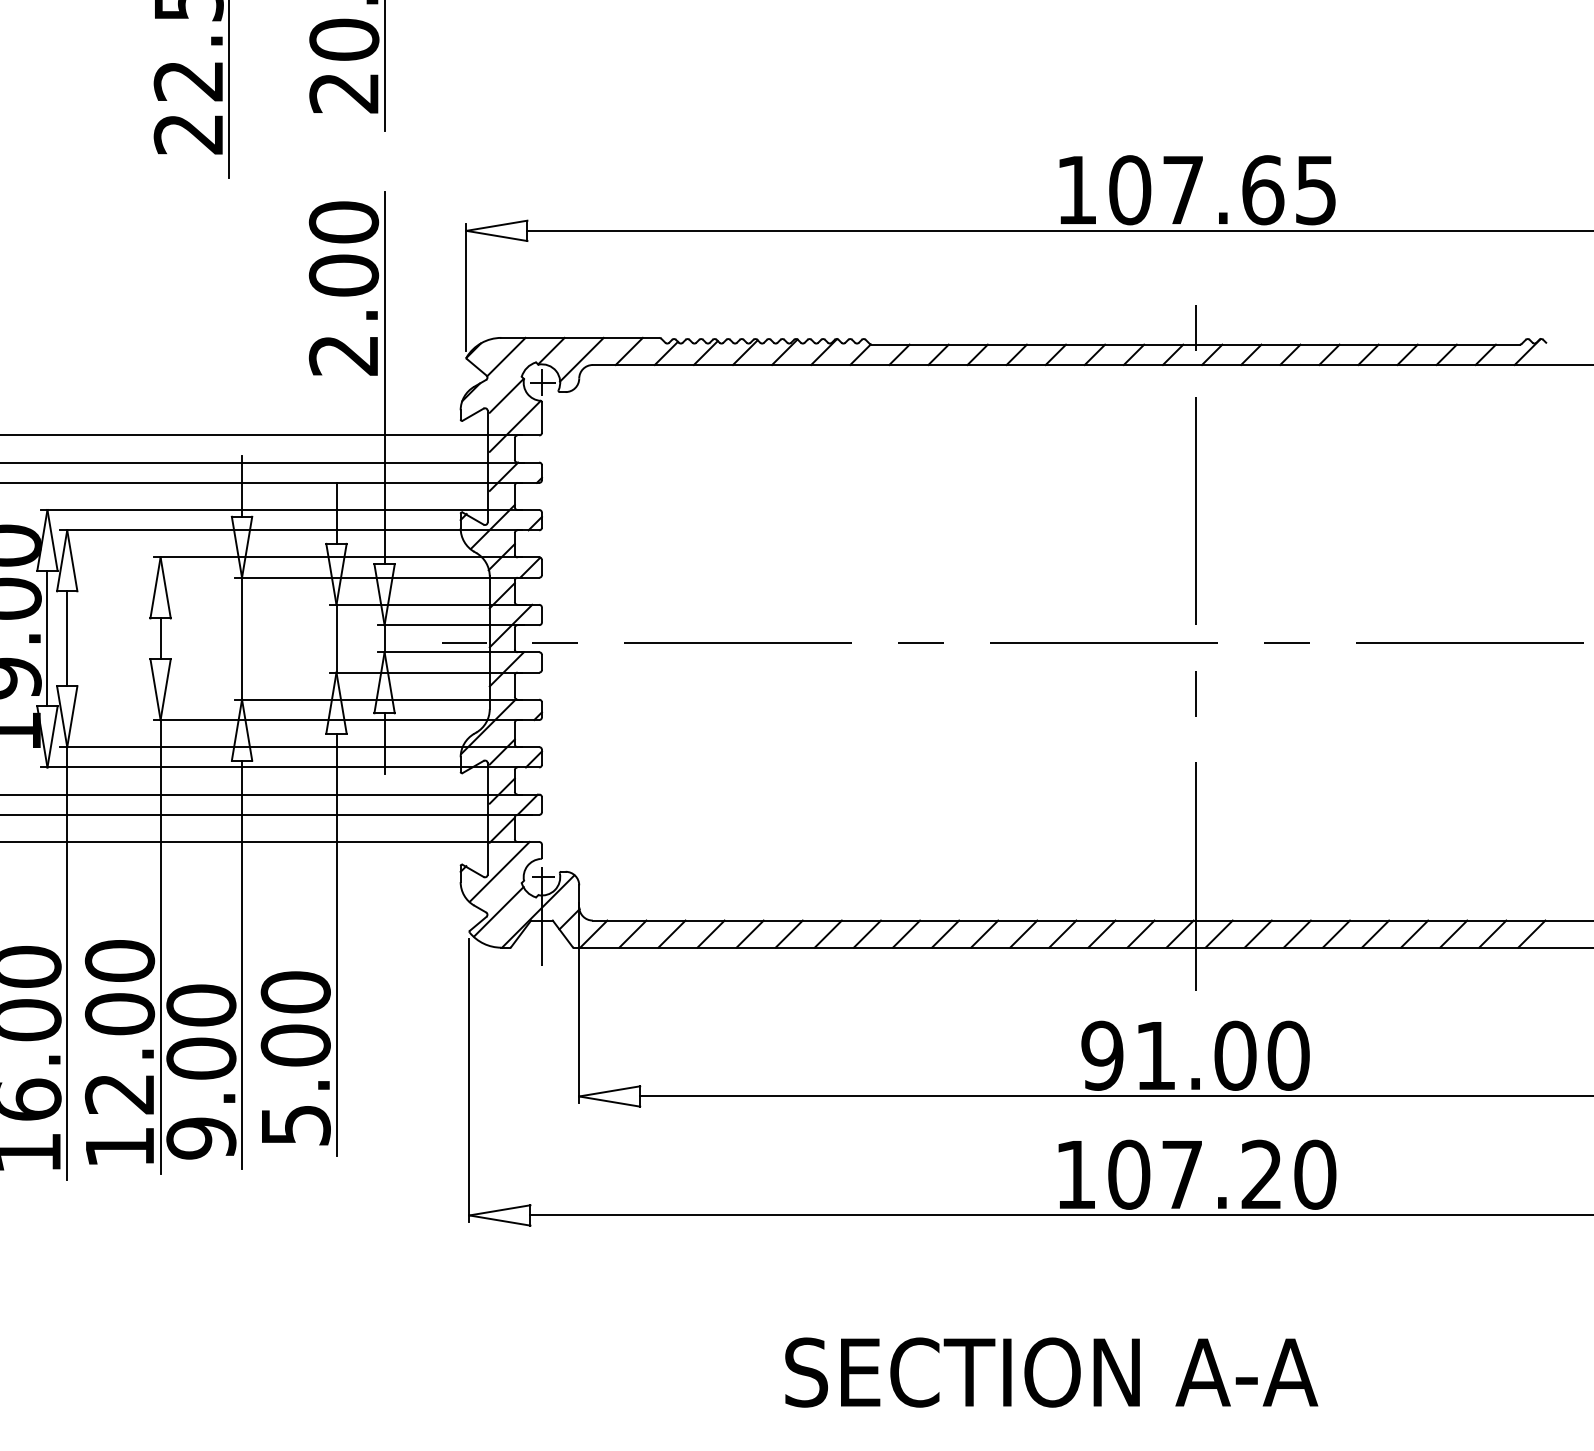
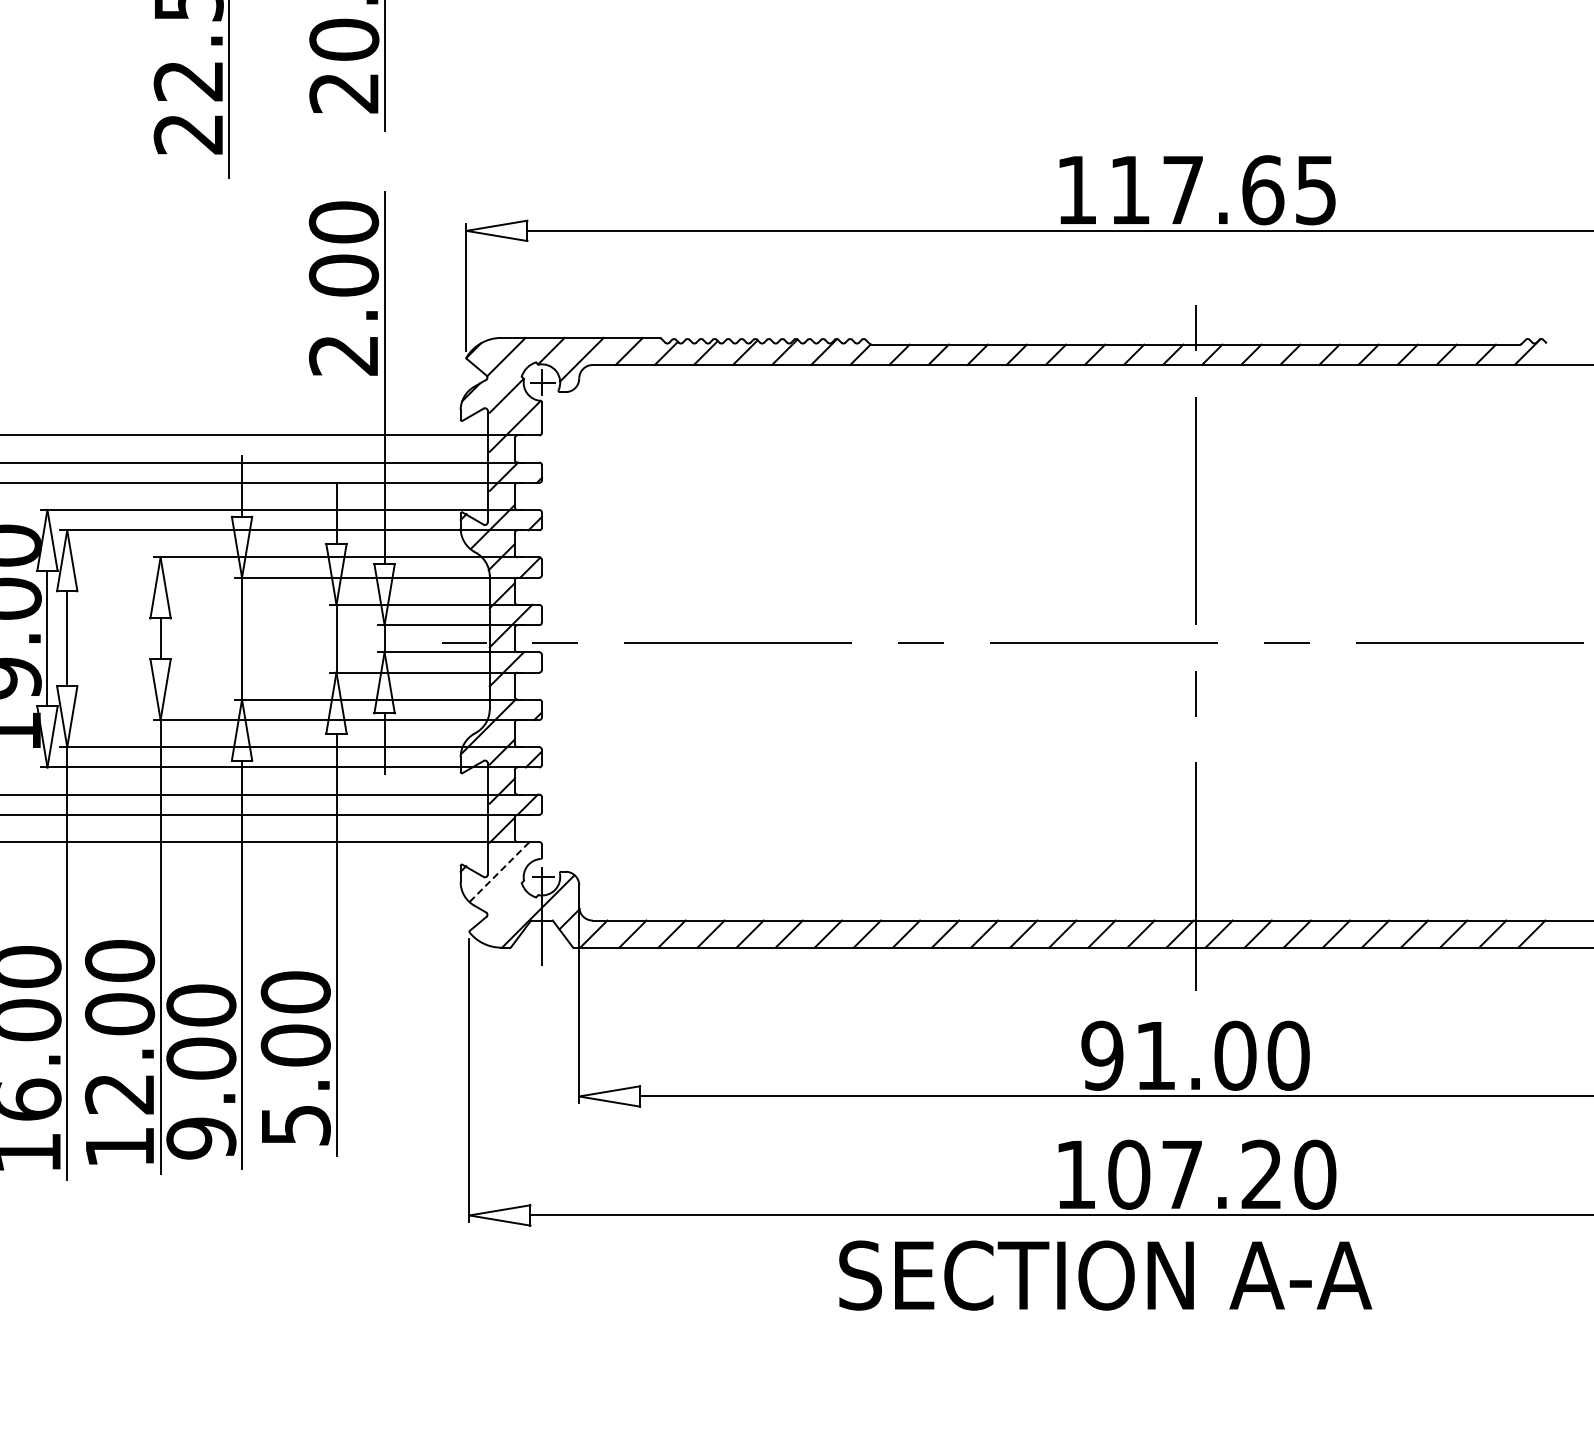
text at (1130, 190): 107.65 -> 117.65
line at (500, 871): solid -> dashed
line at (498, 911): present -> none
text at (1051, 1372) position: (1051, 1372) -> (1105, 1275)
